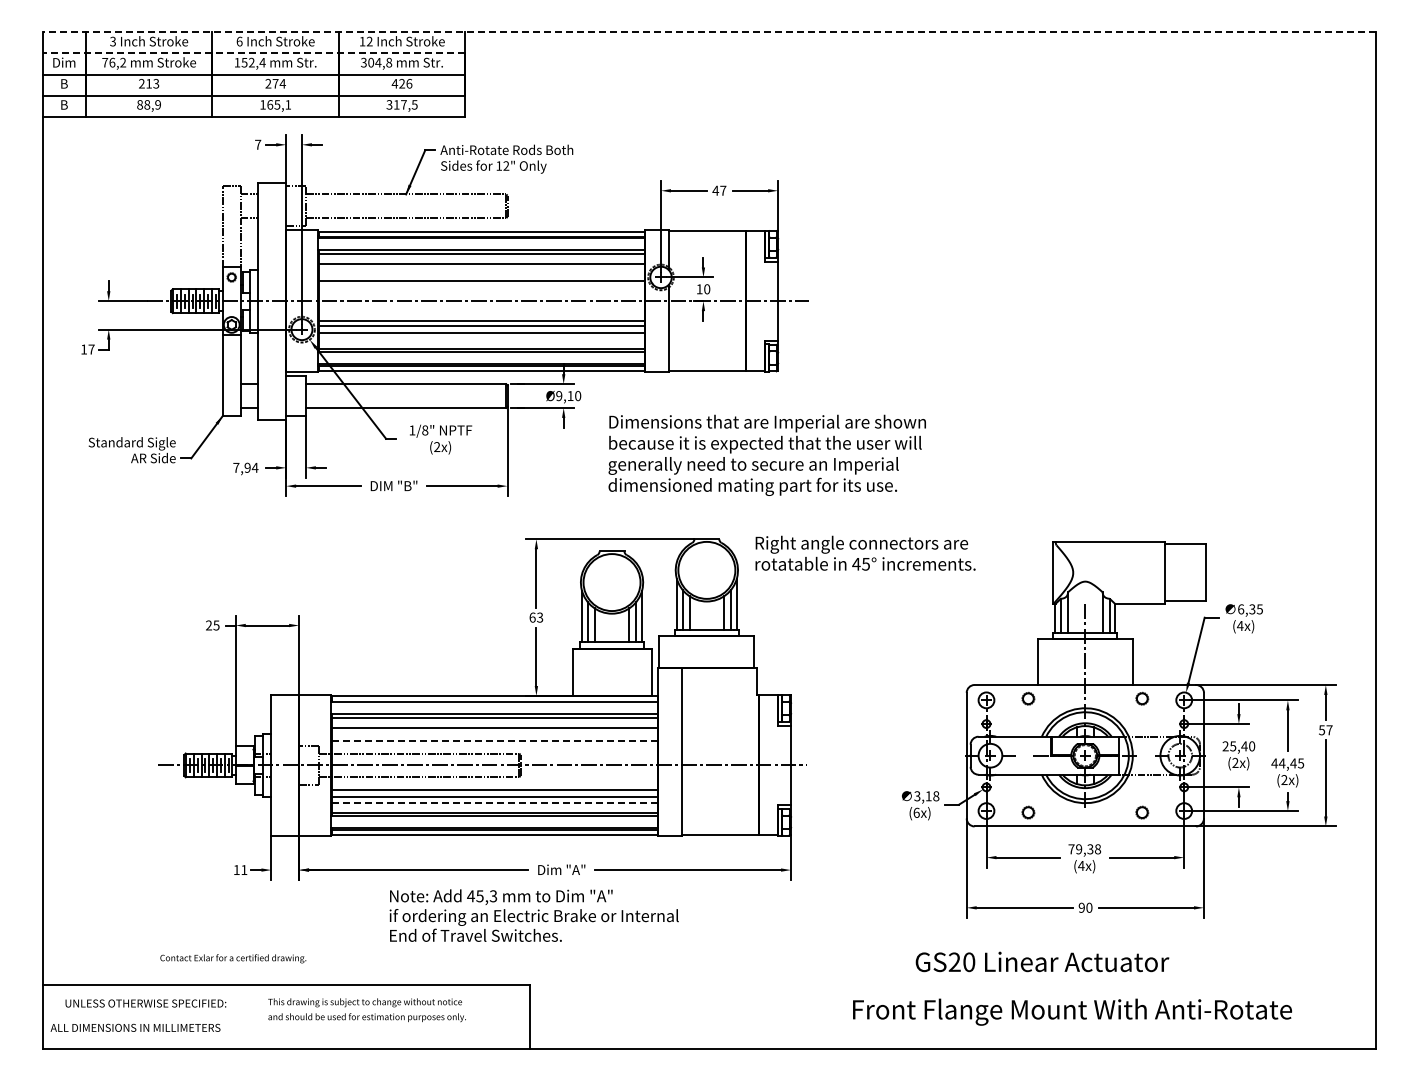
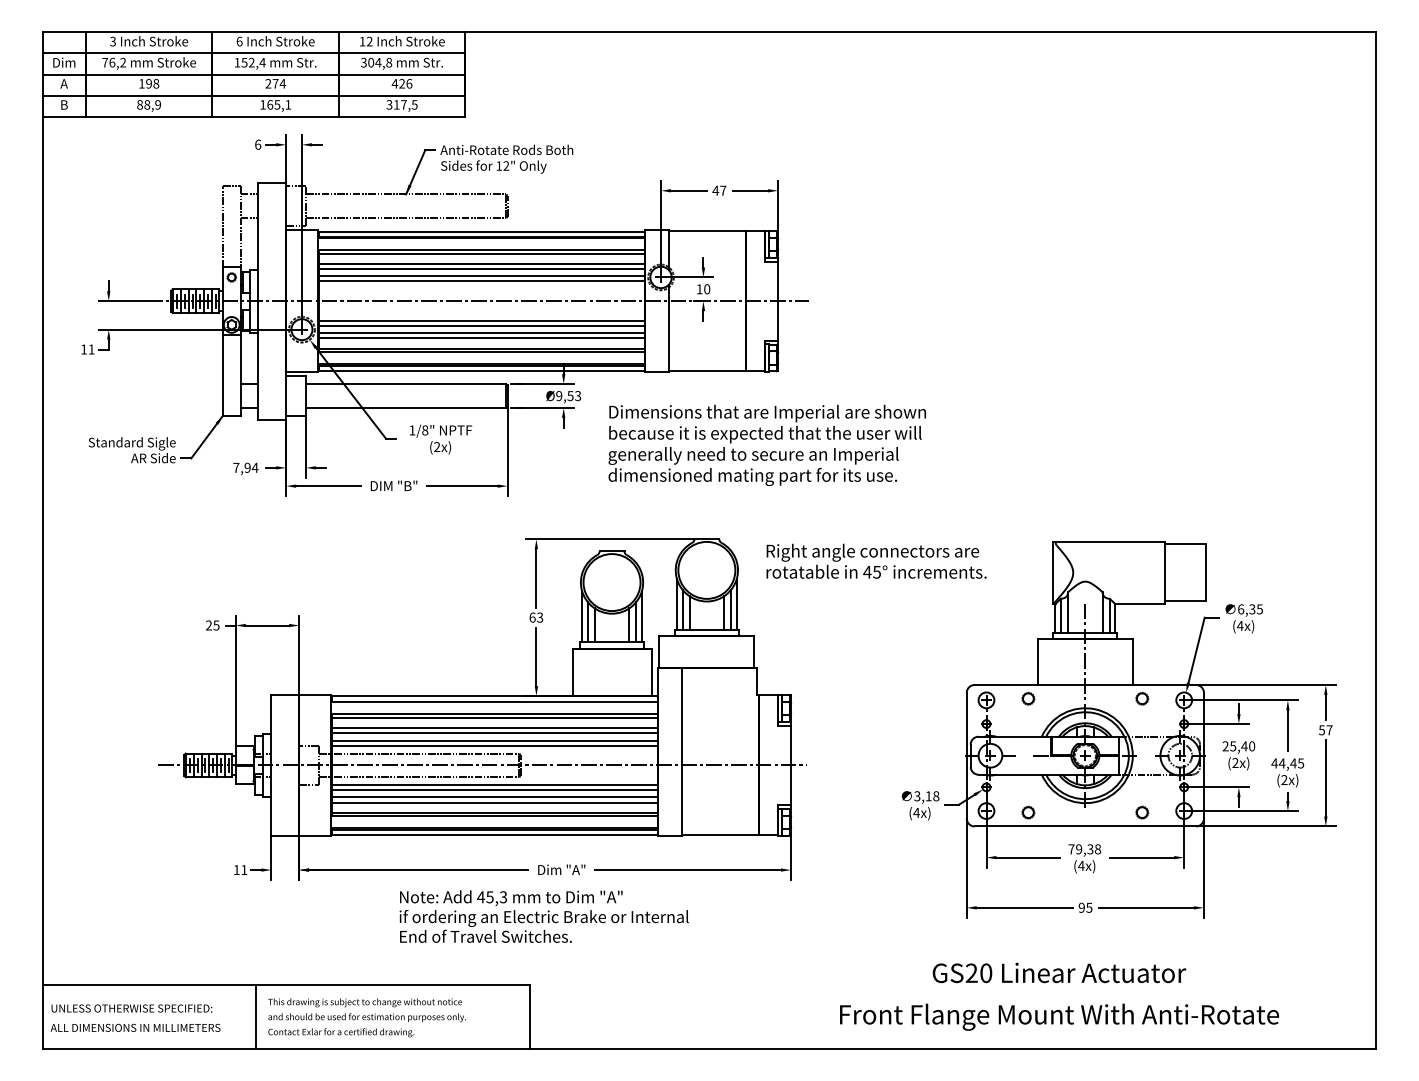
line at (709, 32): dashed -> solid
line at (253, 53): dashed -> solid
text at (63, 83): B -> A
text at (149, 83): 213 -> 198
text at (258, 144): 7 -> 6
line at (482, 269): none -> present
line at (482, 276): none -> present
line at (482, 338): none -> present
text at (91, 349): 17 -> 11
text at (574, 396): Ø9,10 -> Ø9,53
text at (766, 454) position: (766, 454) -> (766, 444)
text at (865, 552) position: (865, 552) -> (876, 560)
line at (495, 733): none -> present
line at (495, 740): dashed -> solid
line at (495, 745): none -> present
line at (495, 785): none -> present
line at (495, 802): dashed -> solid
text at (916, 812): (6x) -> (4x)
text at (1089, 907): 90 -> 95
text at (533, 915) position: (533, 915) -> (543, 916)
text at (233, 958) position: (233, 958) -> (341, 1032)
text at (1042, 961) position: (1042, 961) -> (1059, 972)
text at (145, 1003) position: (145, 1003) -> (131, 1008)
text at (1072, 1011) position: (1072, 1011) -> (1059, 1016)
line at (255, 1016): none -> present
